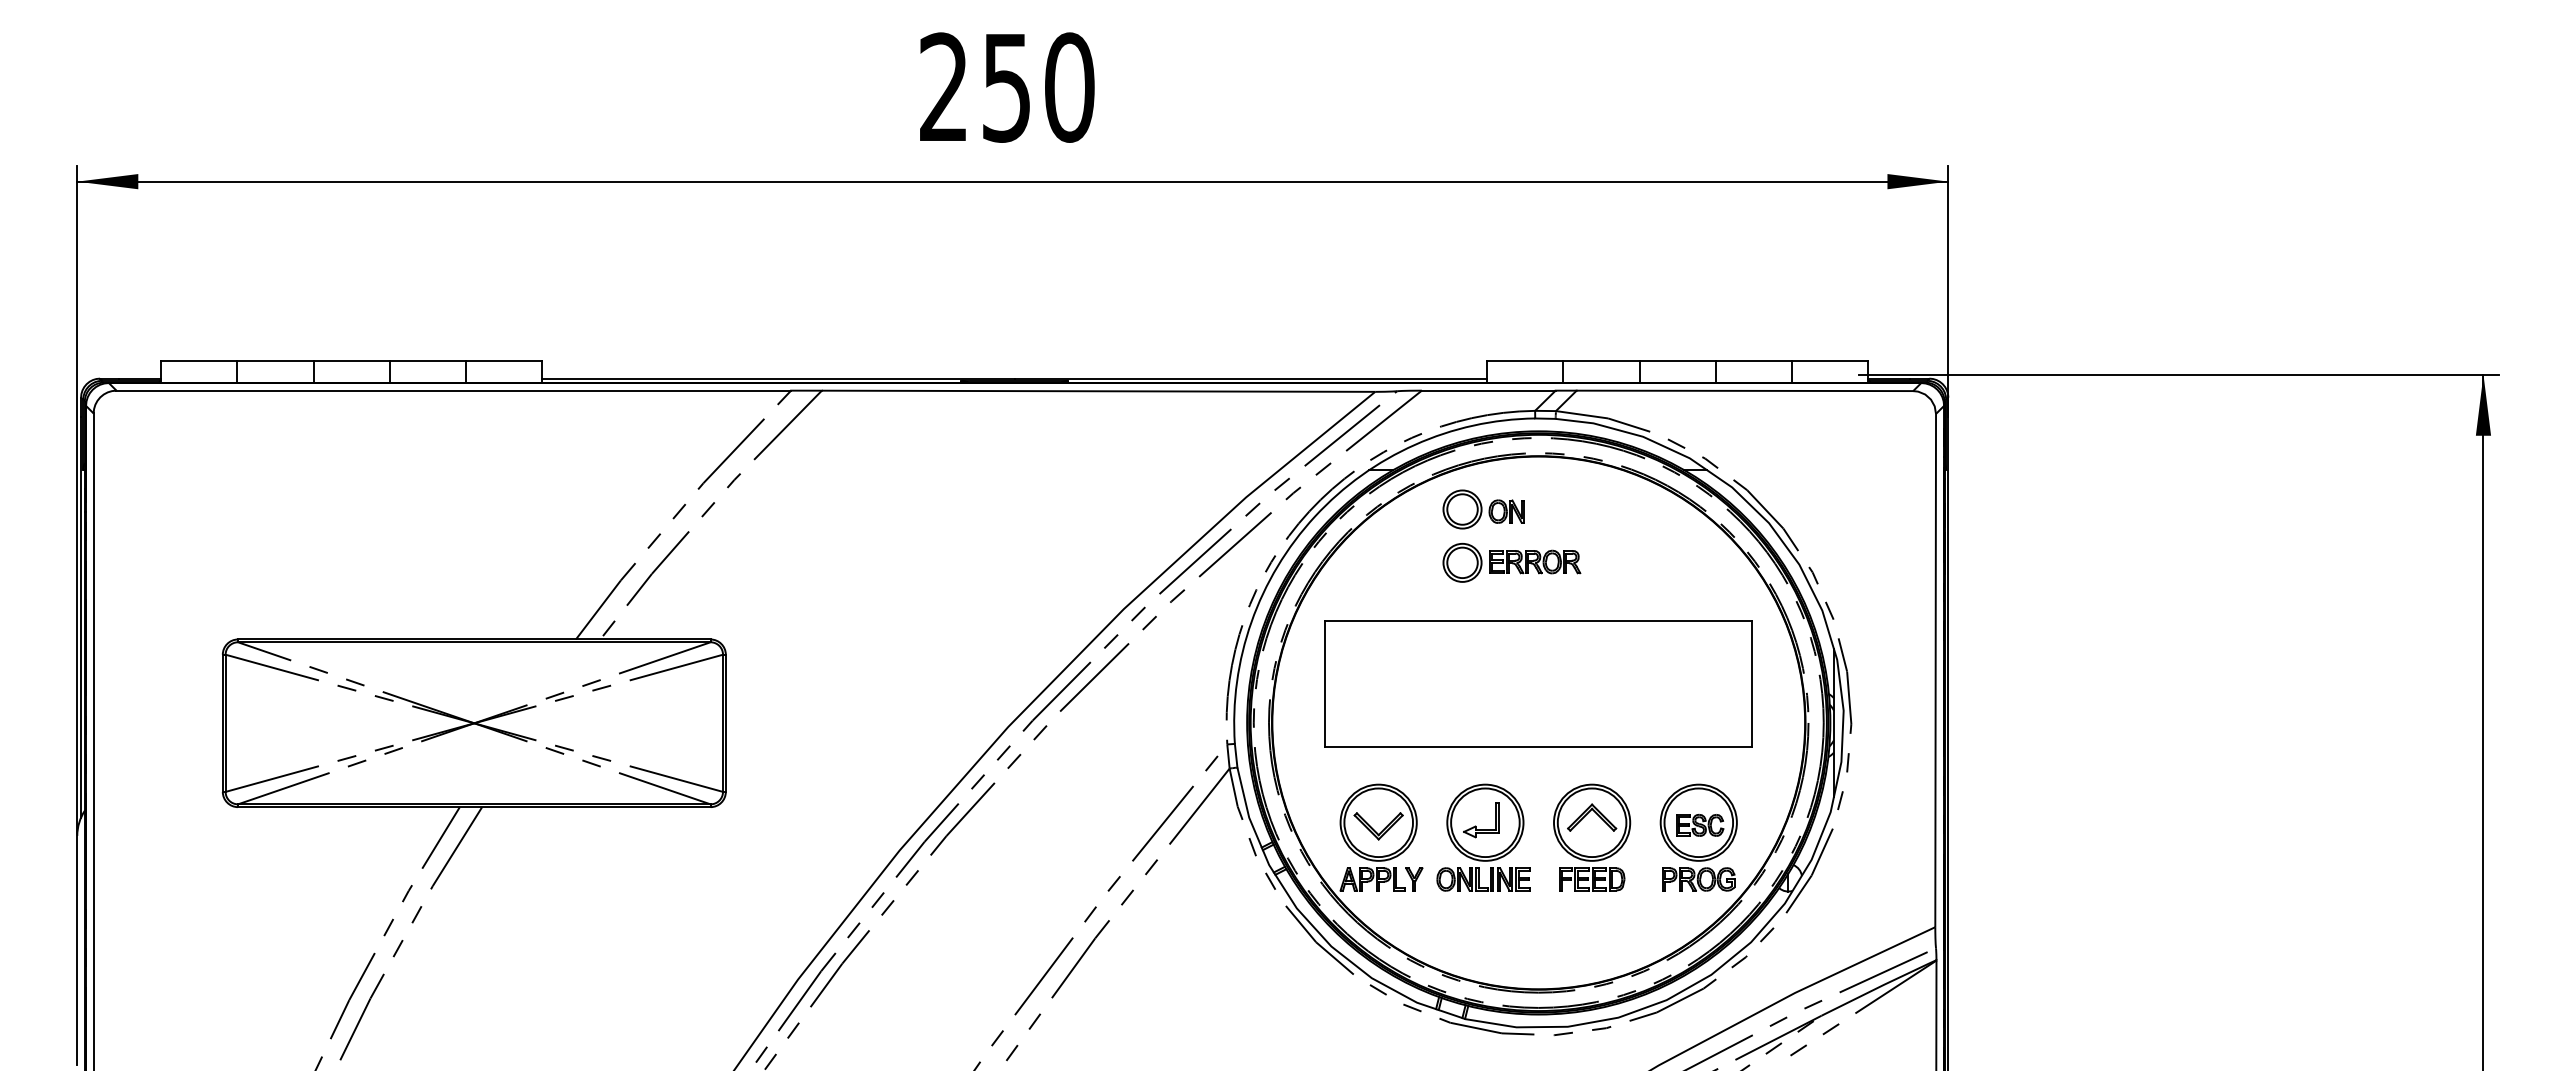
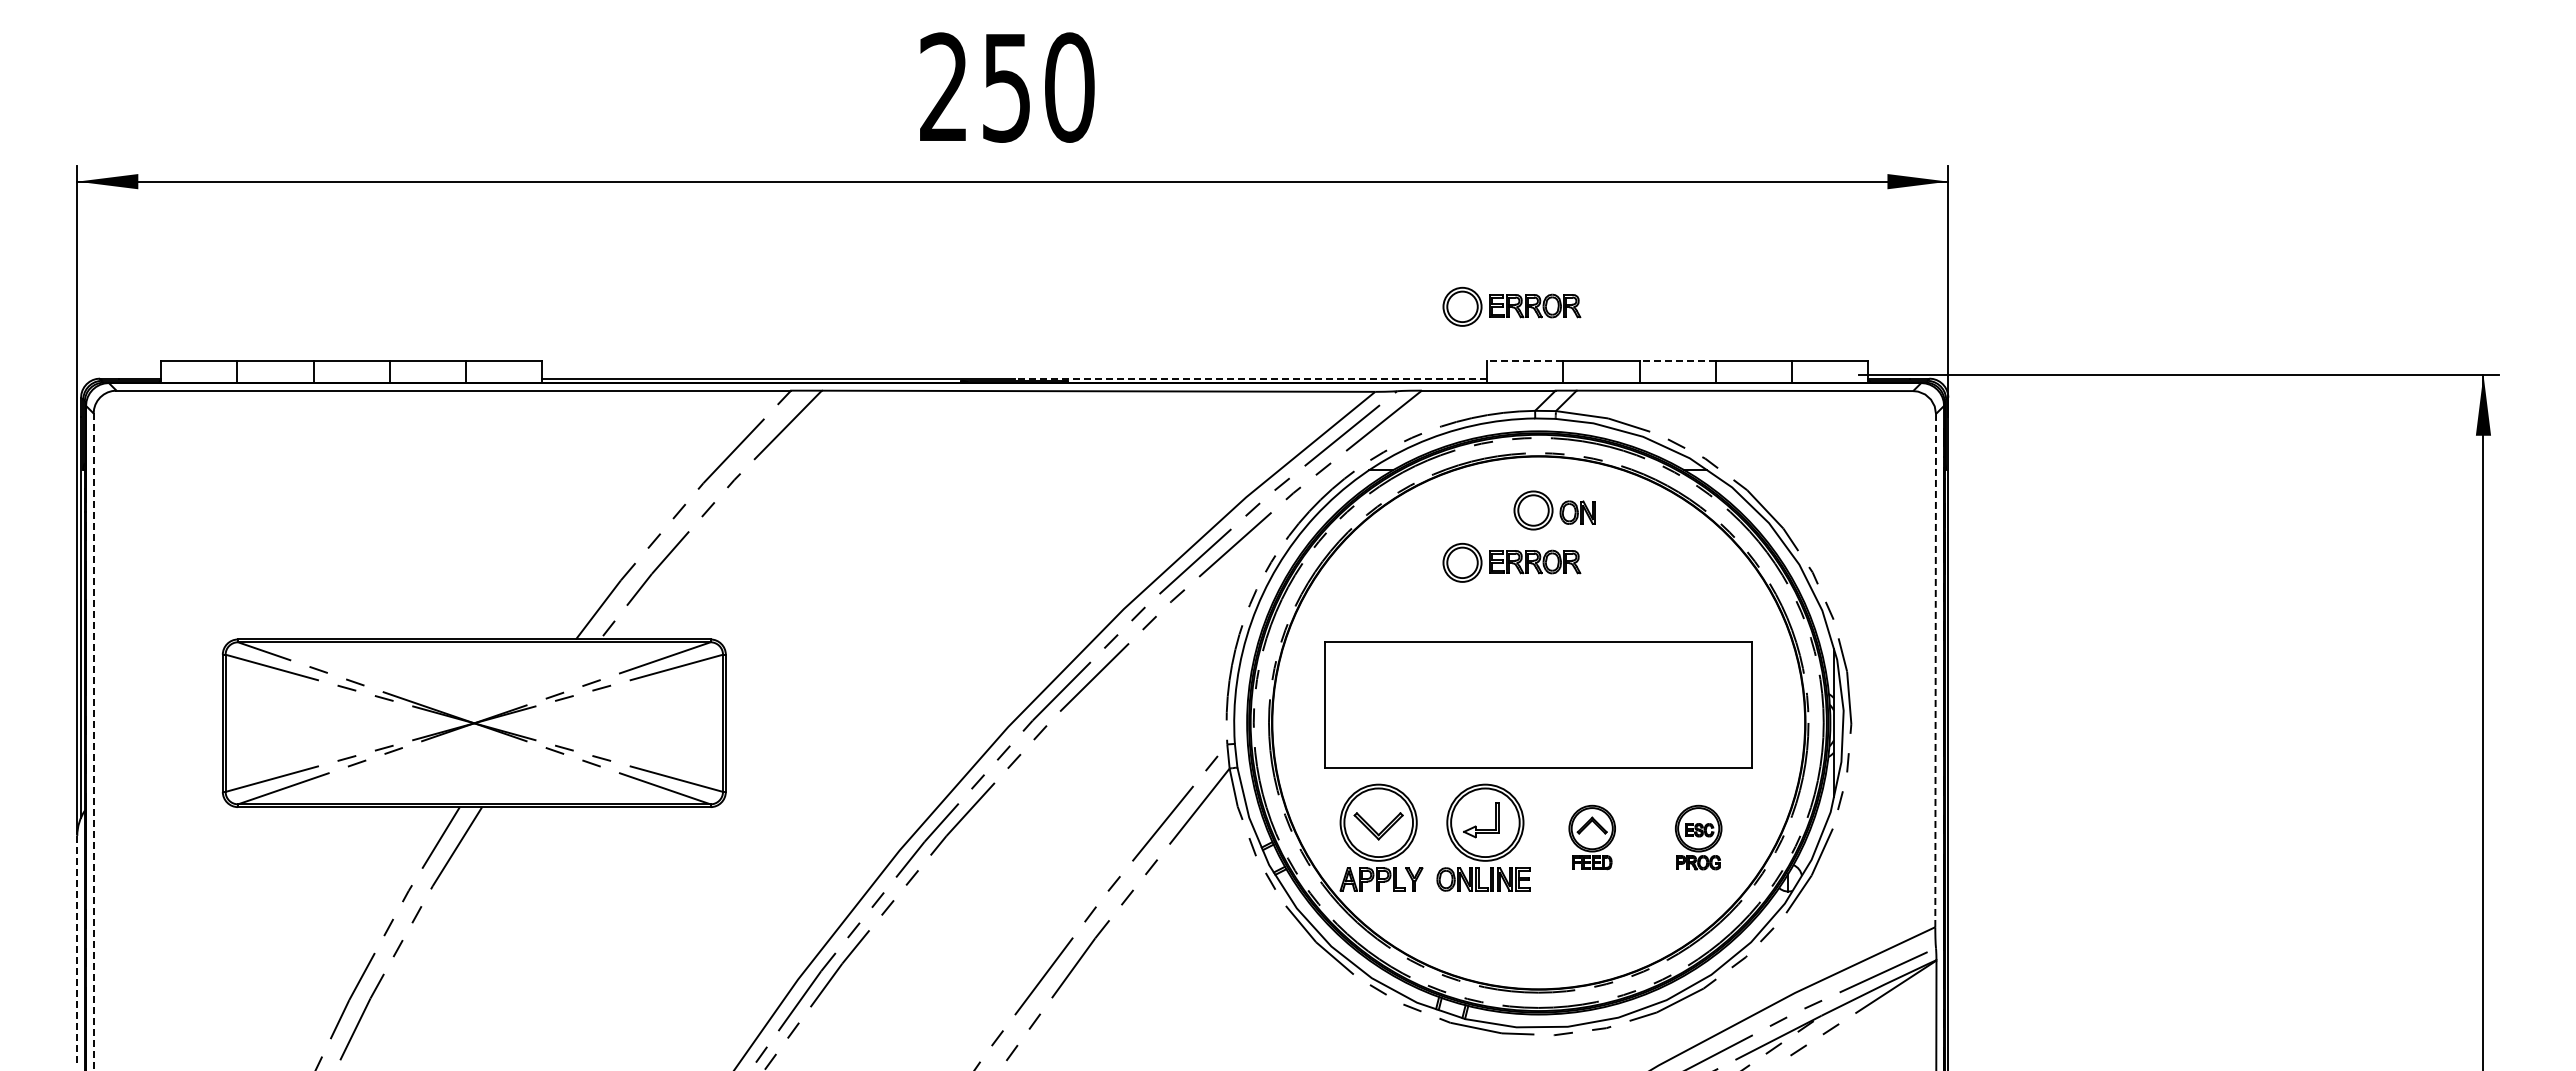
part at (1511, 306): none -> present
line at (1524, 361): solid -> dashed
line at (1677, 361): solid -> dashed
line at (1250, 378): solid -> dashed
part at (1483, 509) position: (1483, 509) -> (1554, 510)
line at (1935, 670): solid -> dashed
part at (1538, 683) position: (1538, 683) -> (1538, 704)
line at (93, 742): solid -> dashed
part at (1592, 837) size: 79x109 px -> 48x67 px
part at (1698, 837) size: 79x109 px -> 49x67 px
line at (77, 950): solid -> dashed
